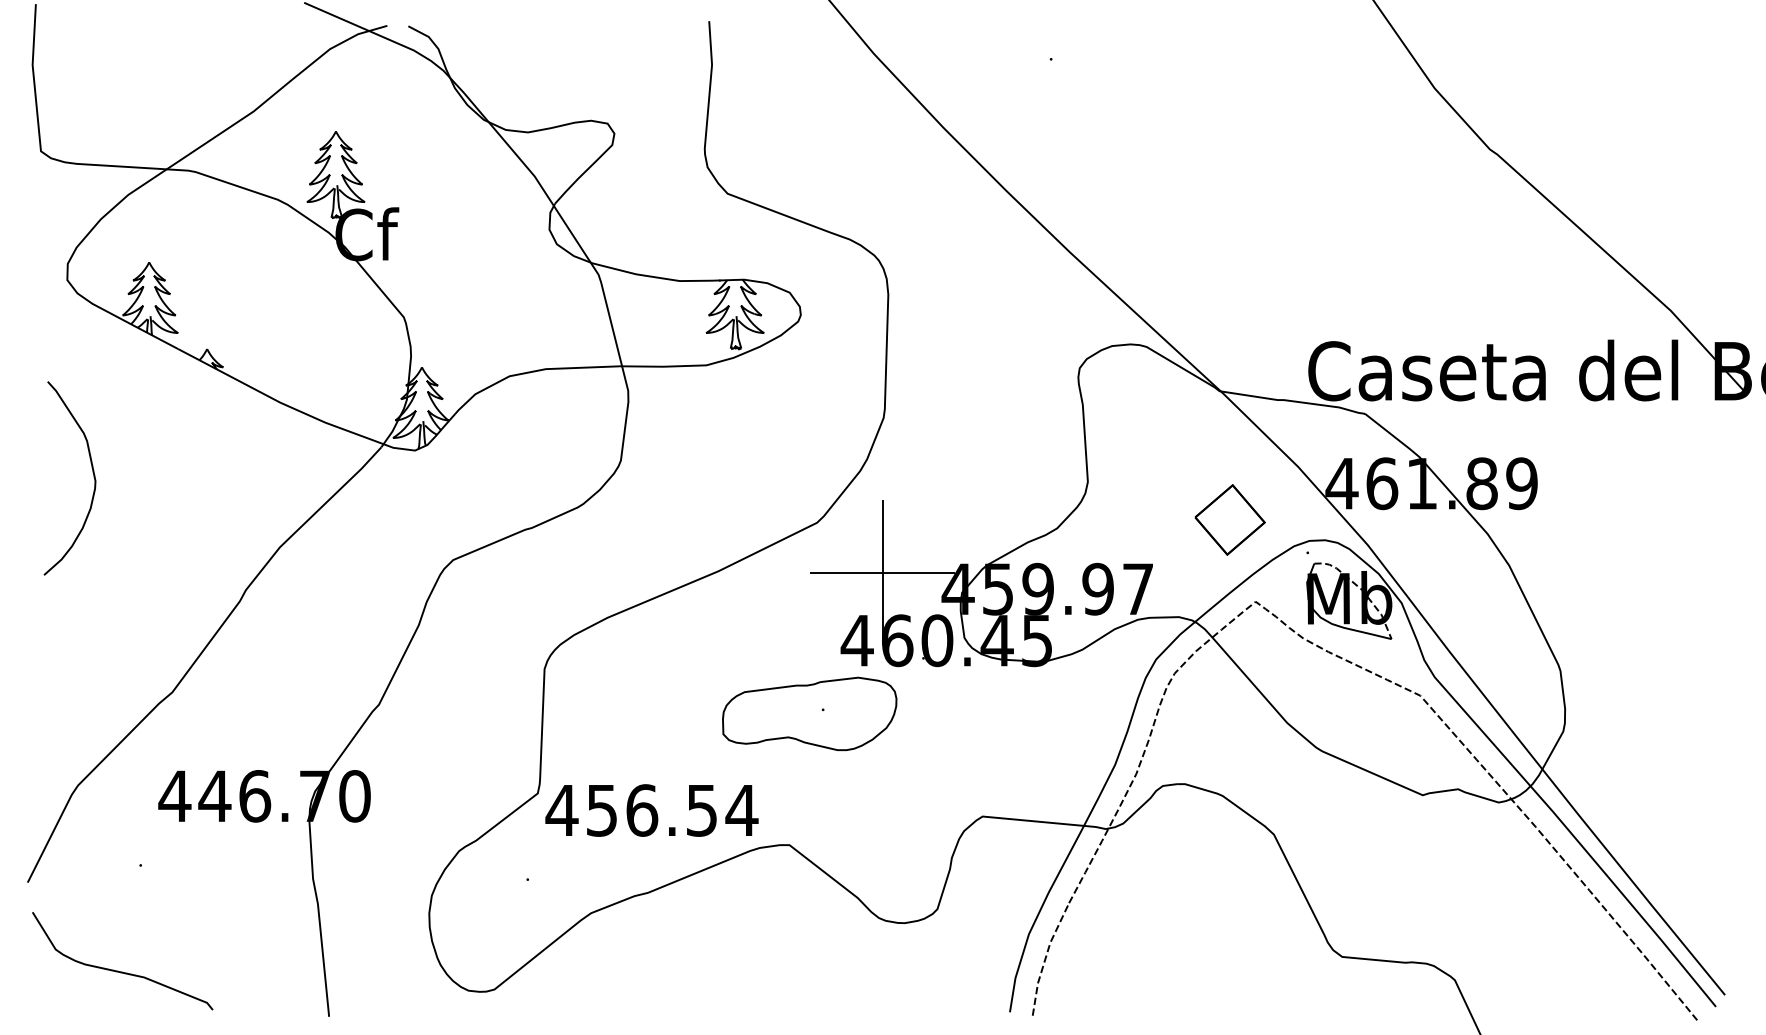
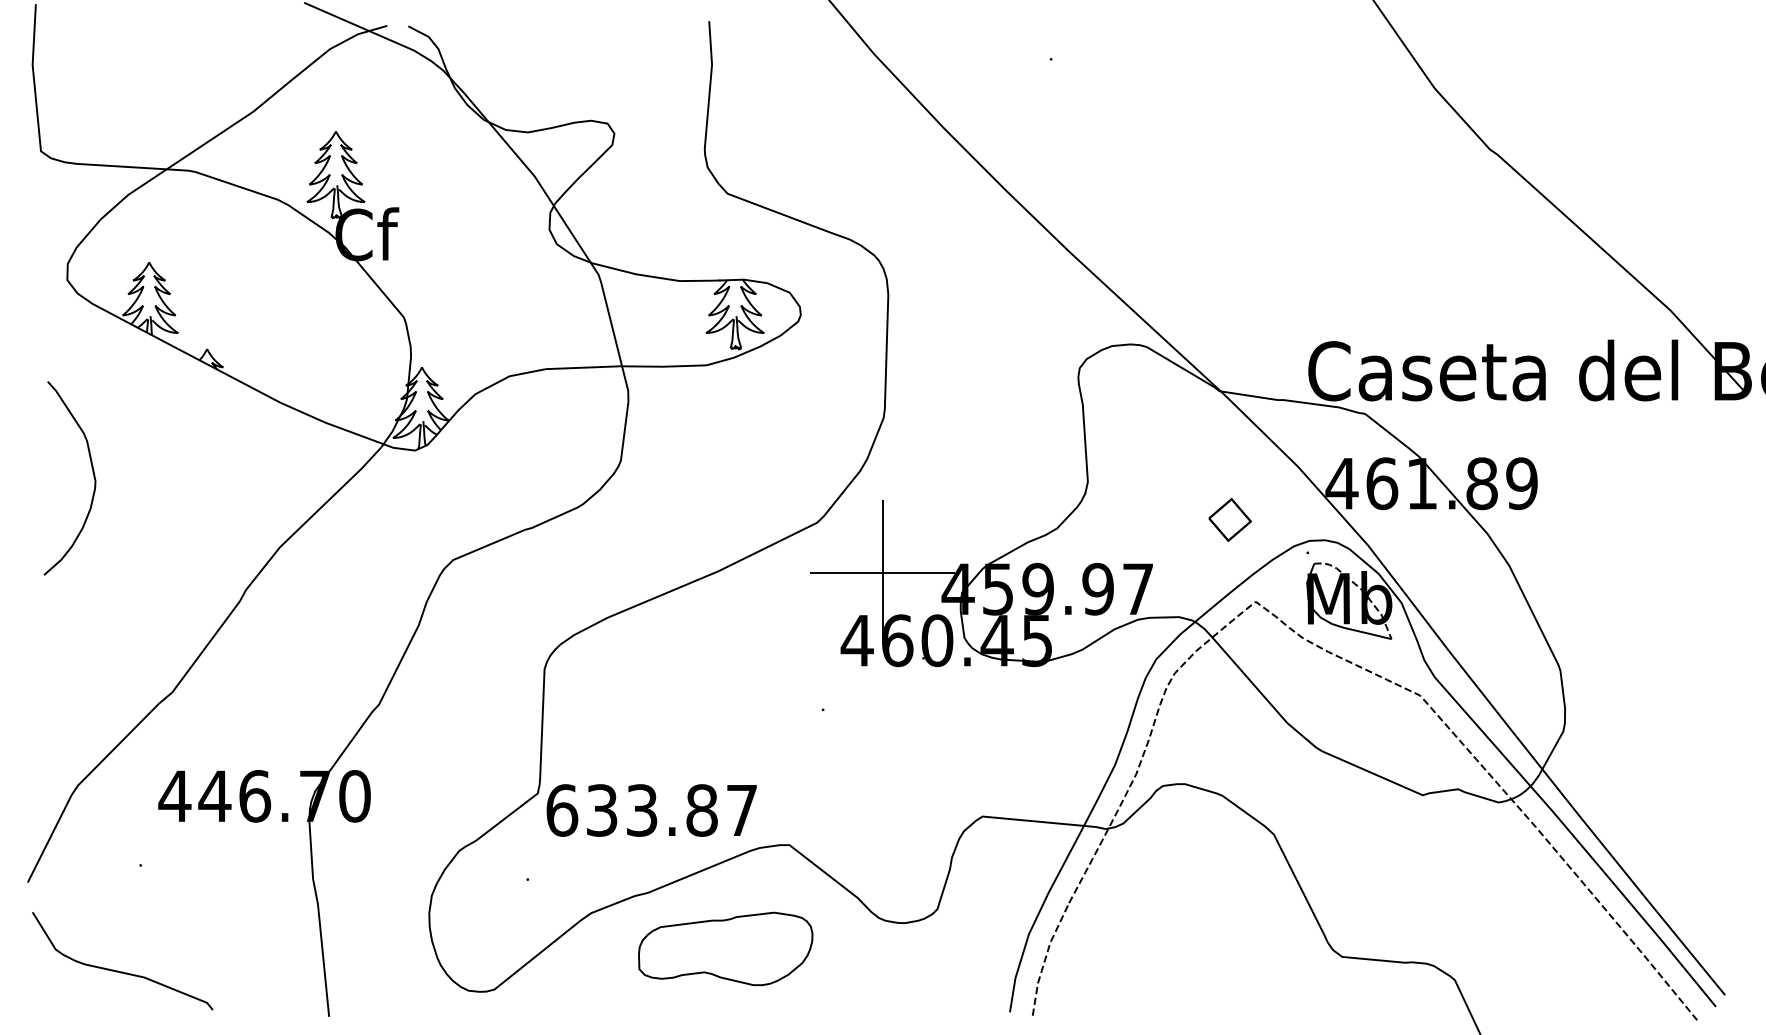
part at (1229, 519) size: 72x72 px -> 44x44 px
part at (809, 713) position: (809, 713) -> (725, 948)
text at (651, 810): 456.54 -> 633.87
